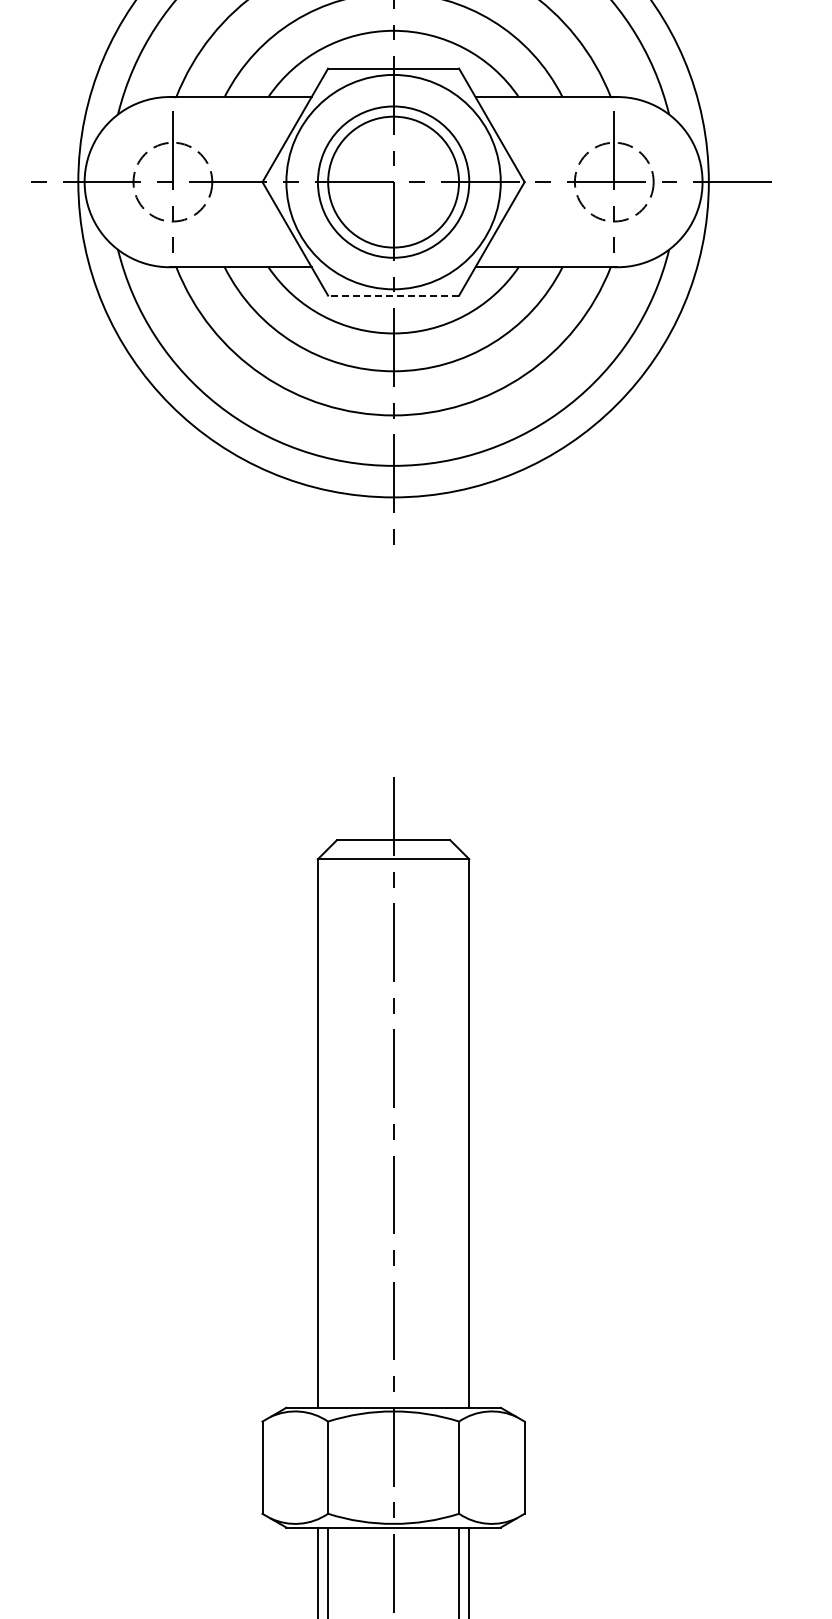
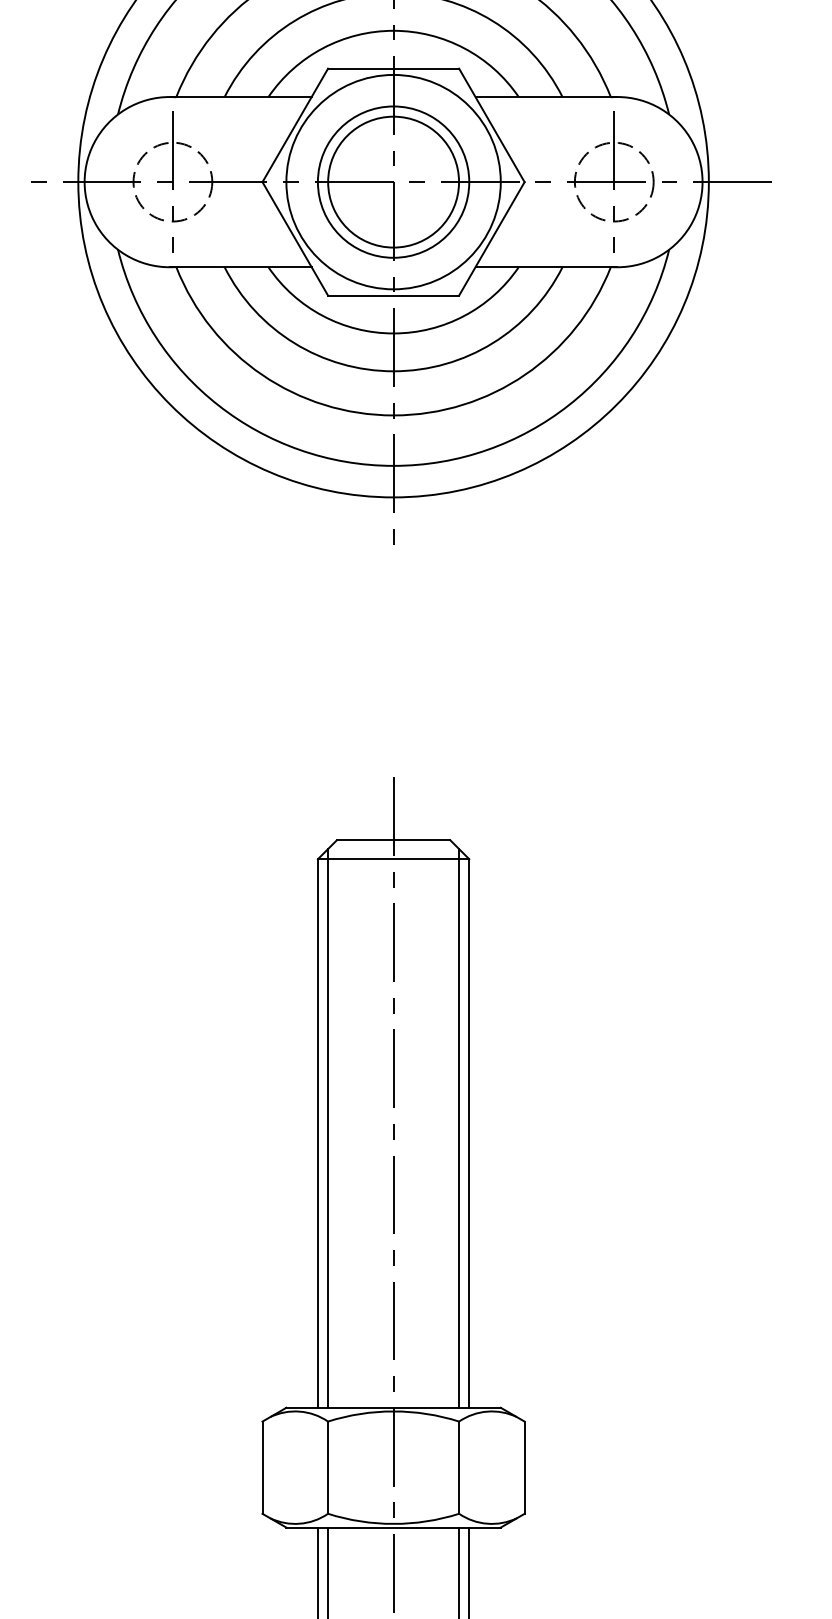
line at (393, 295): dashed -> solid
line at (328, 1128): none -> present
line at (458, 1128): none -> present
